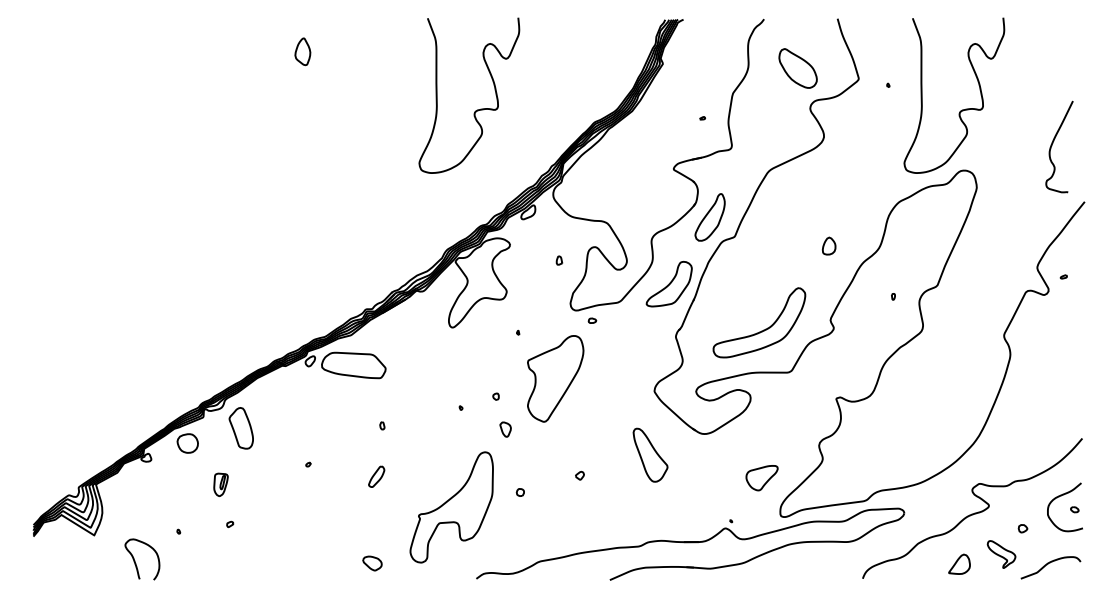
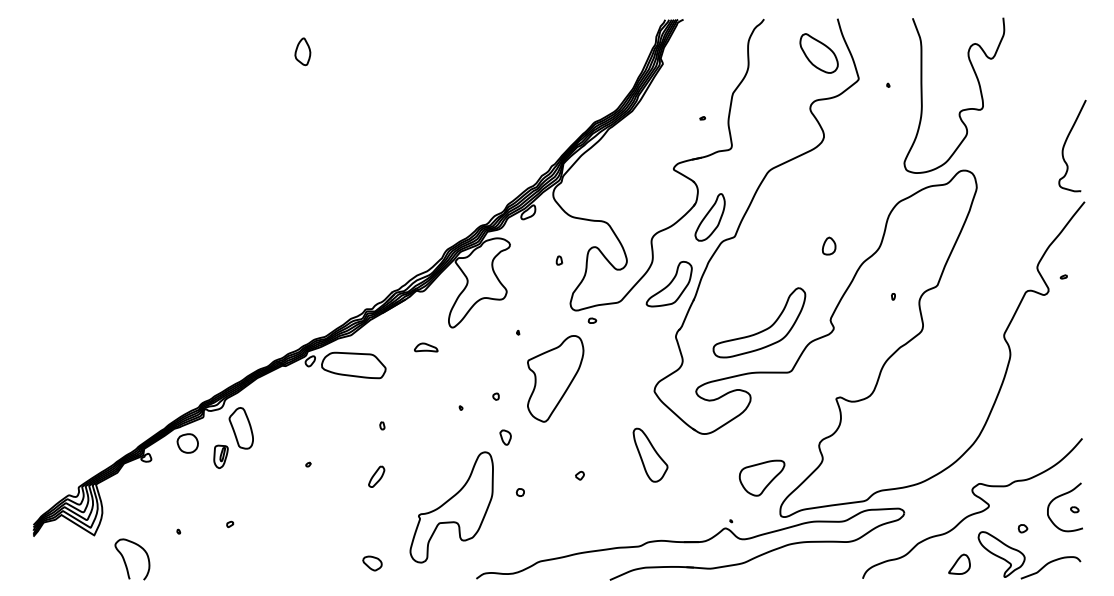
part at (797, 68) position: (797, 68) -> (818, 53)
curve at (477, 109): present -> none
curve at (1053, 143) position: (1053, 143) -> (1066, 142)
part at (426, 347): none -> present
part at (505, 429) position: (505, 429) -> (505, 437)
part at (761, 478) size: 34x27 px -> 48x38 px
part at (220, 484) position: (220, 484) -> (220, 456)
part at (1001, 554) size: 31x29 px -> 49x47 px
curve at (135, 560) position: (135, 560) -> (125, 560)
